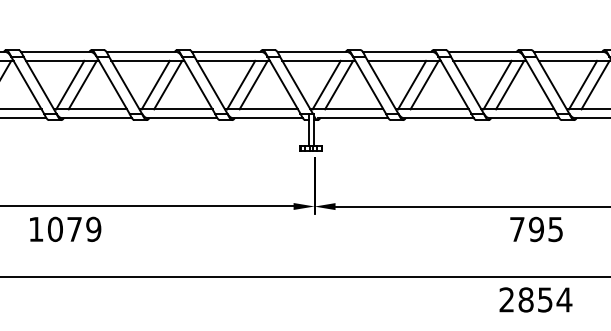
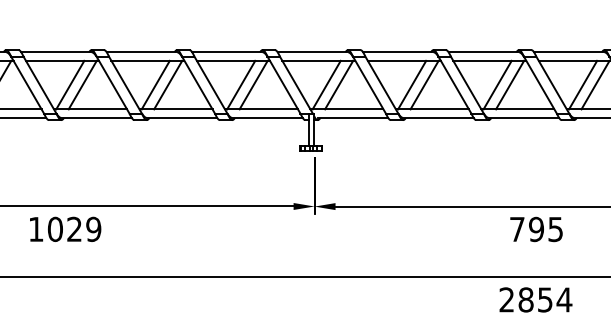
text at (74, 228): 1079 -> 1029
